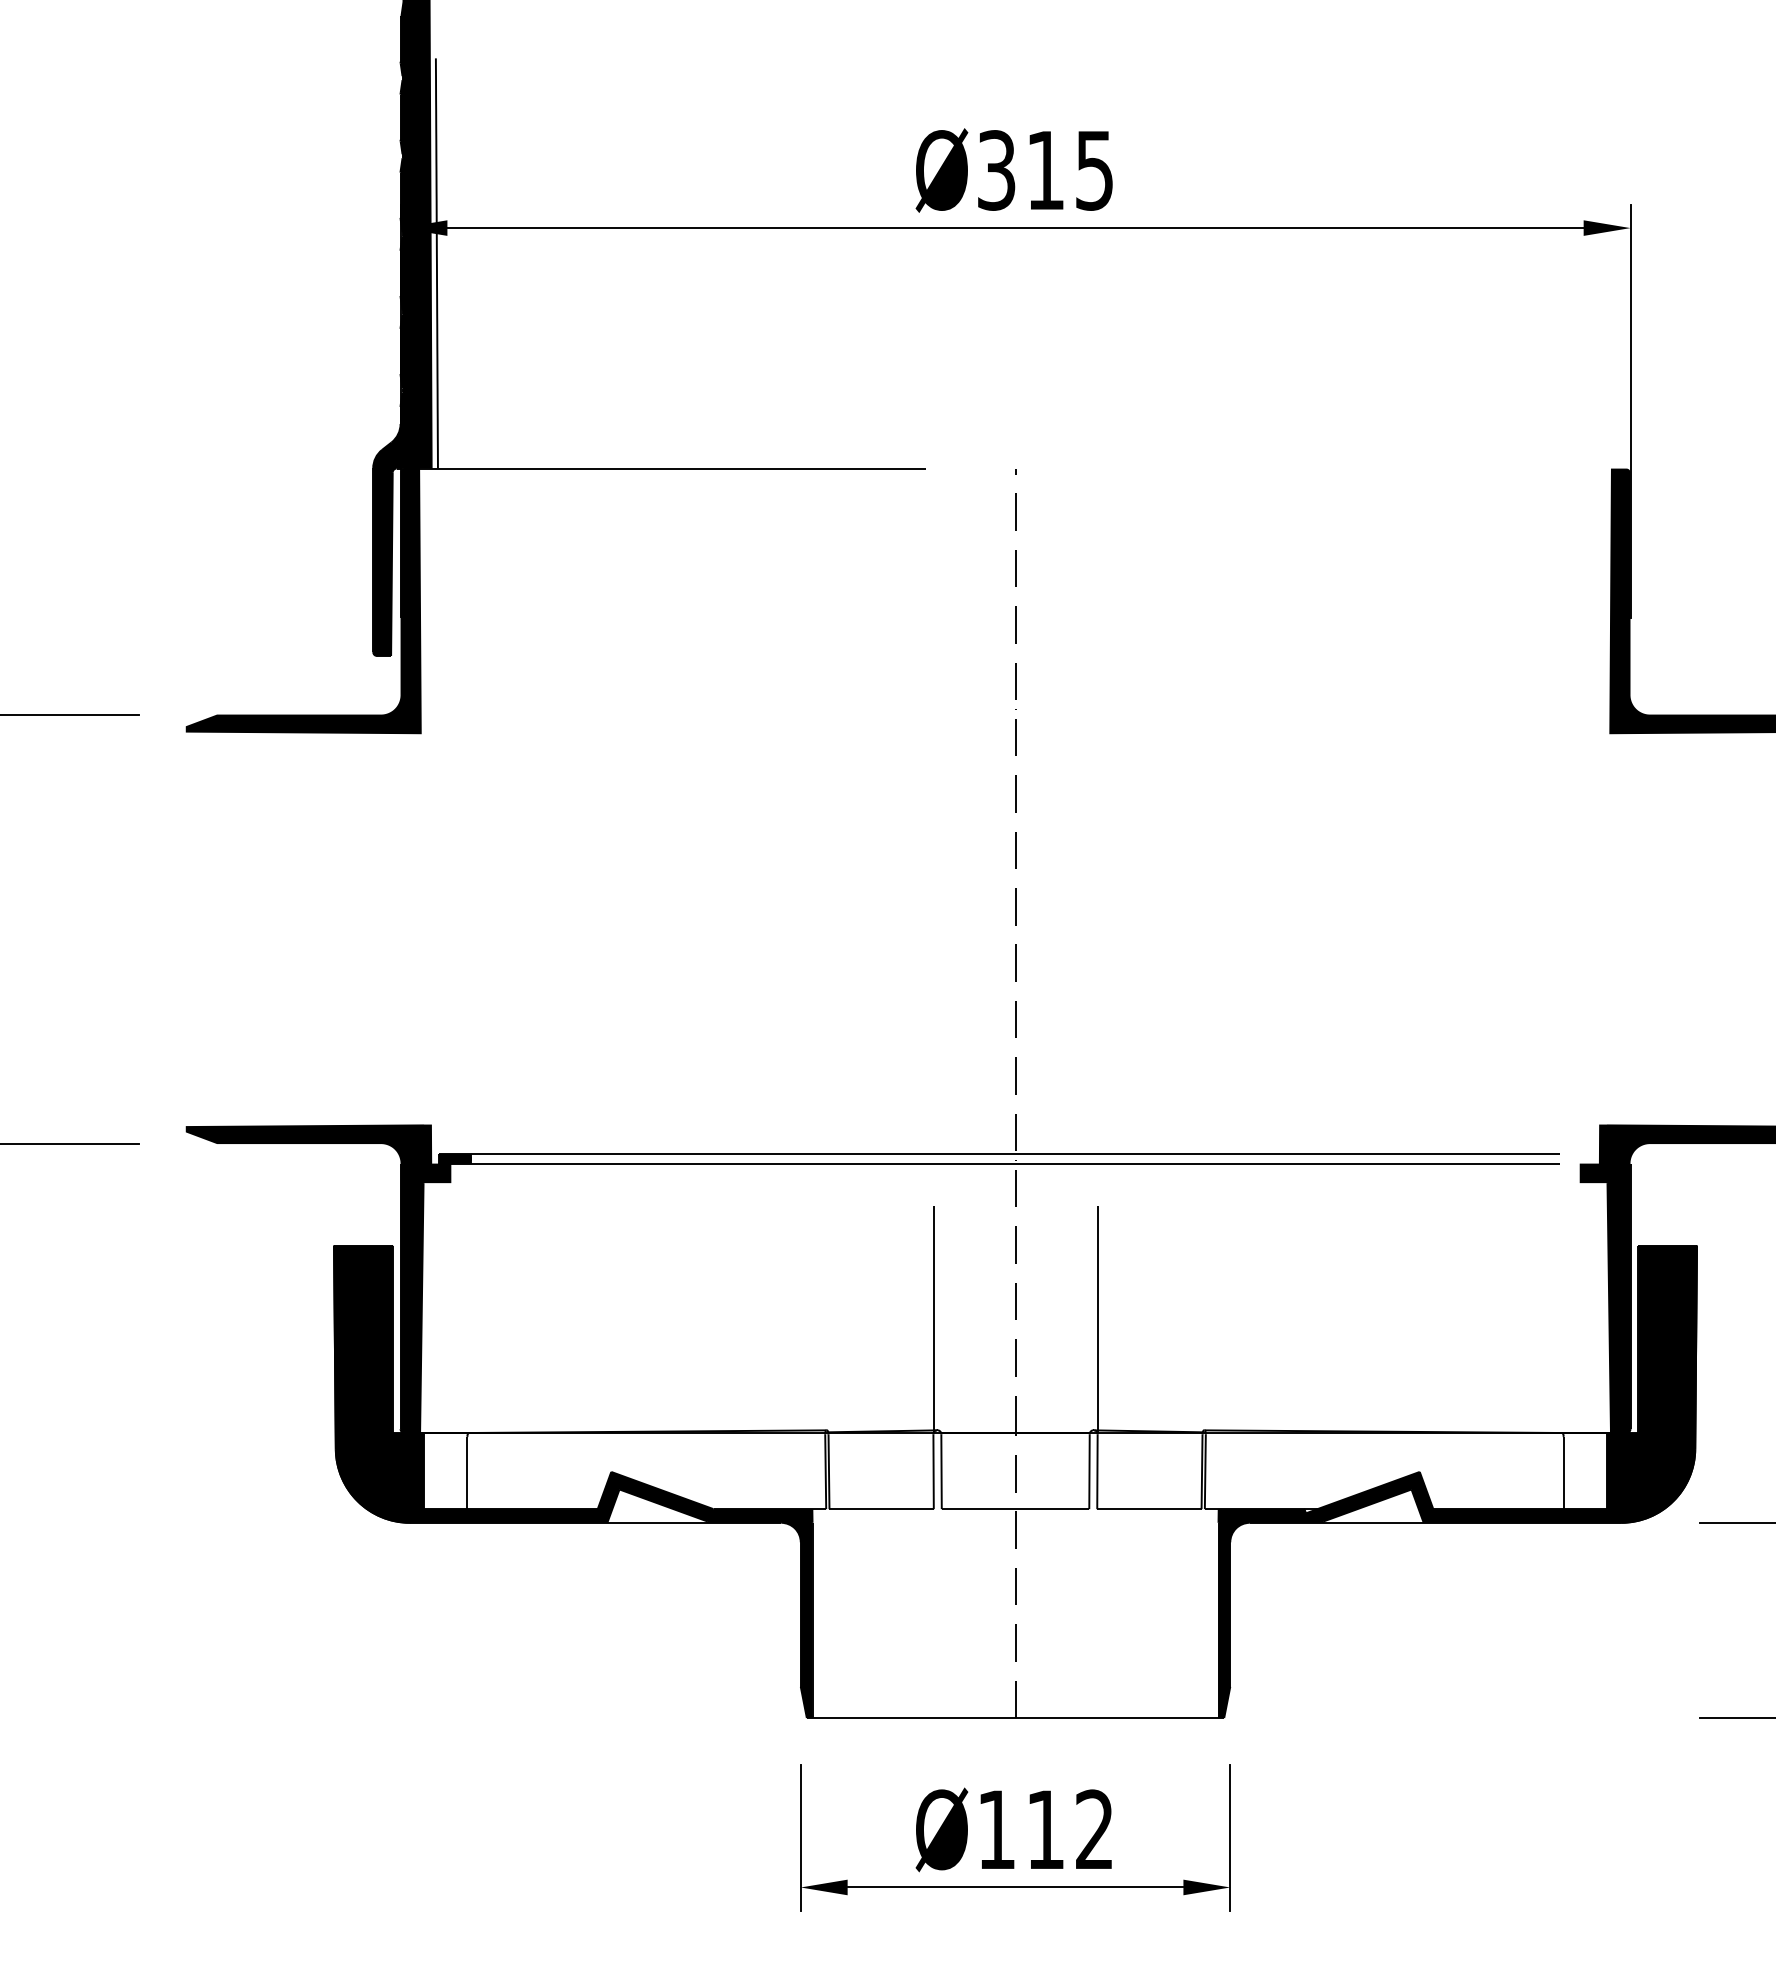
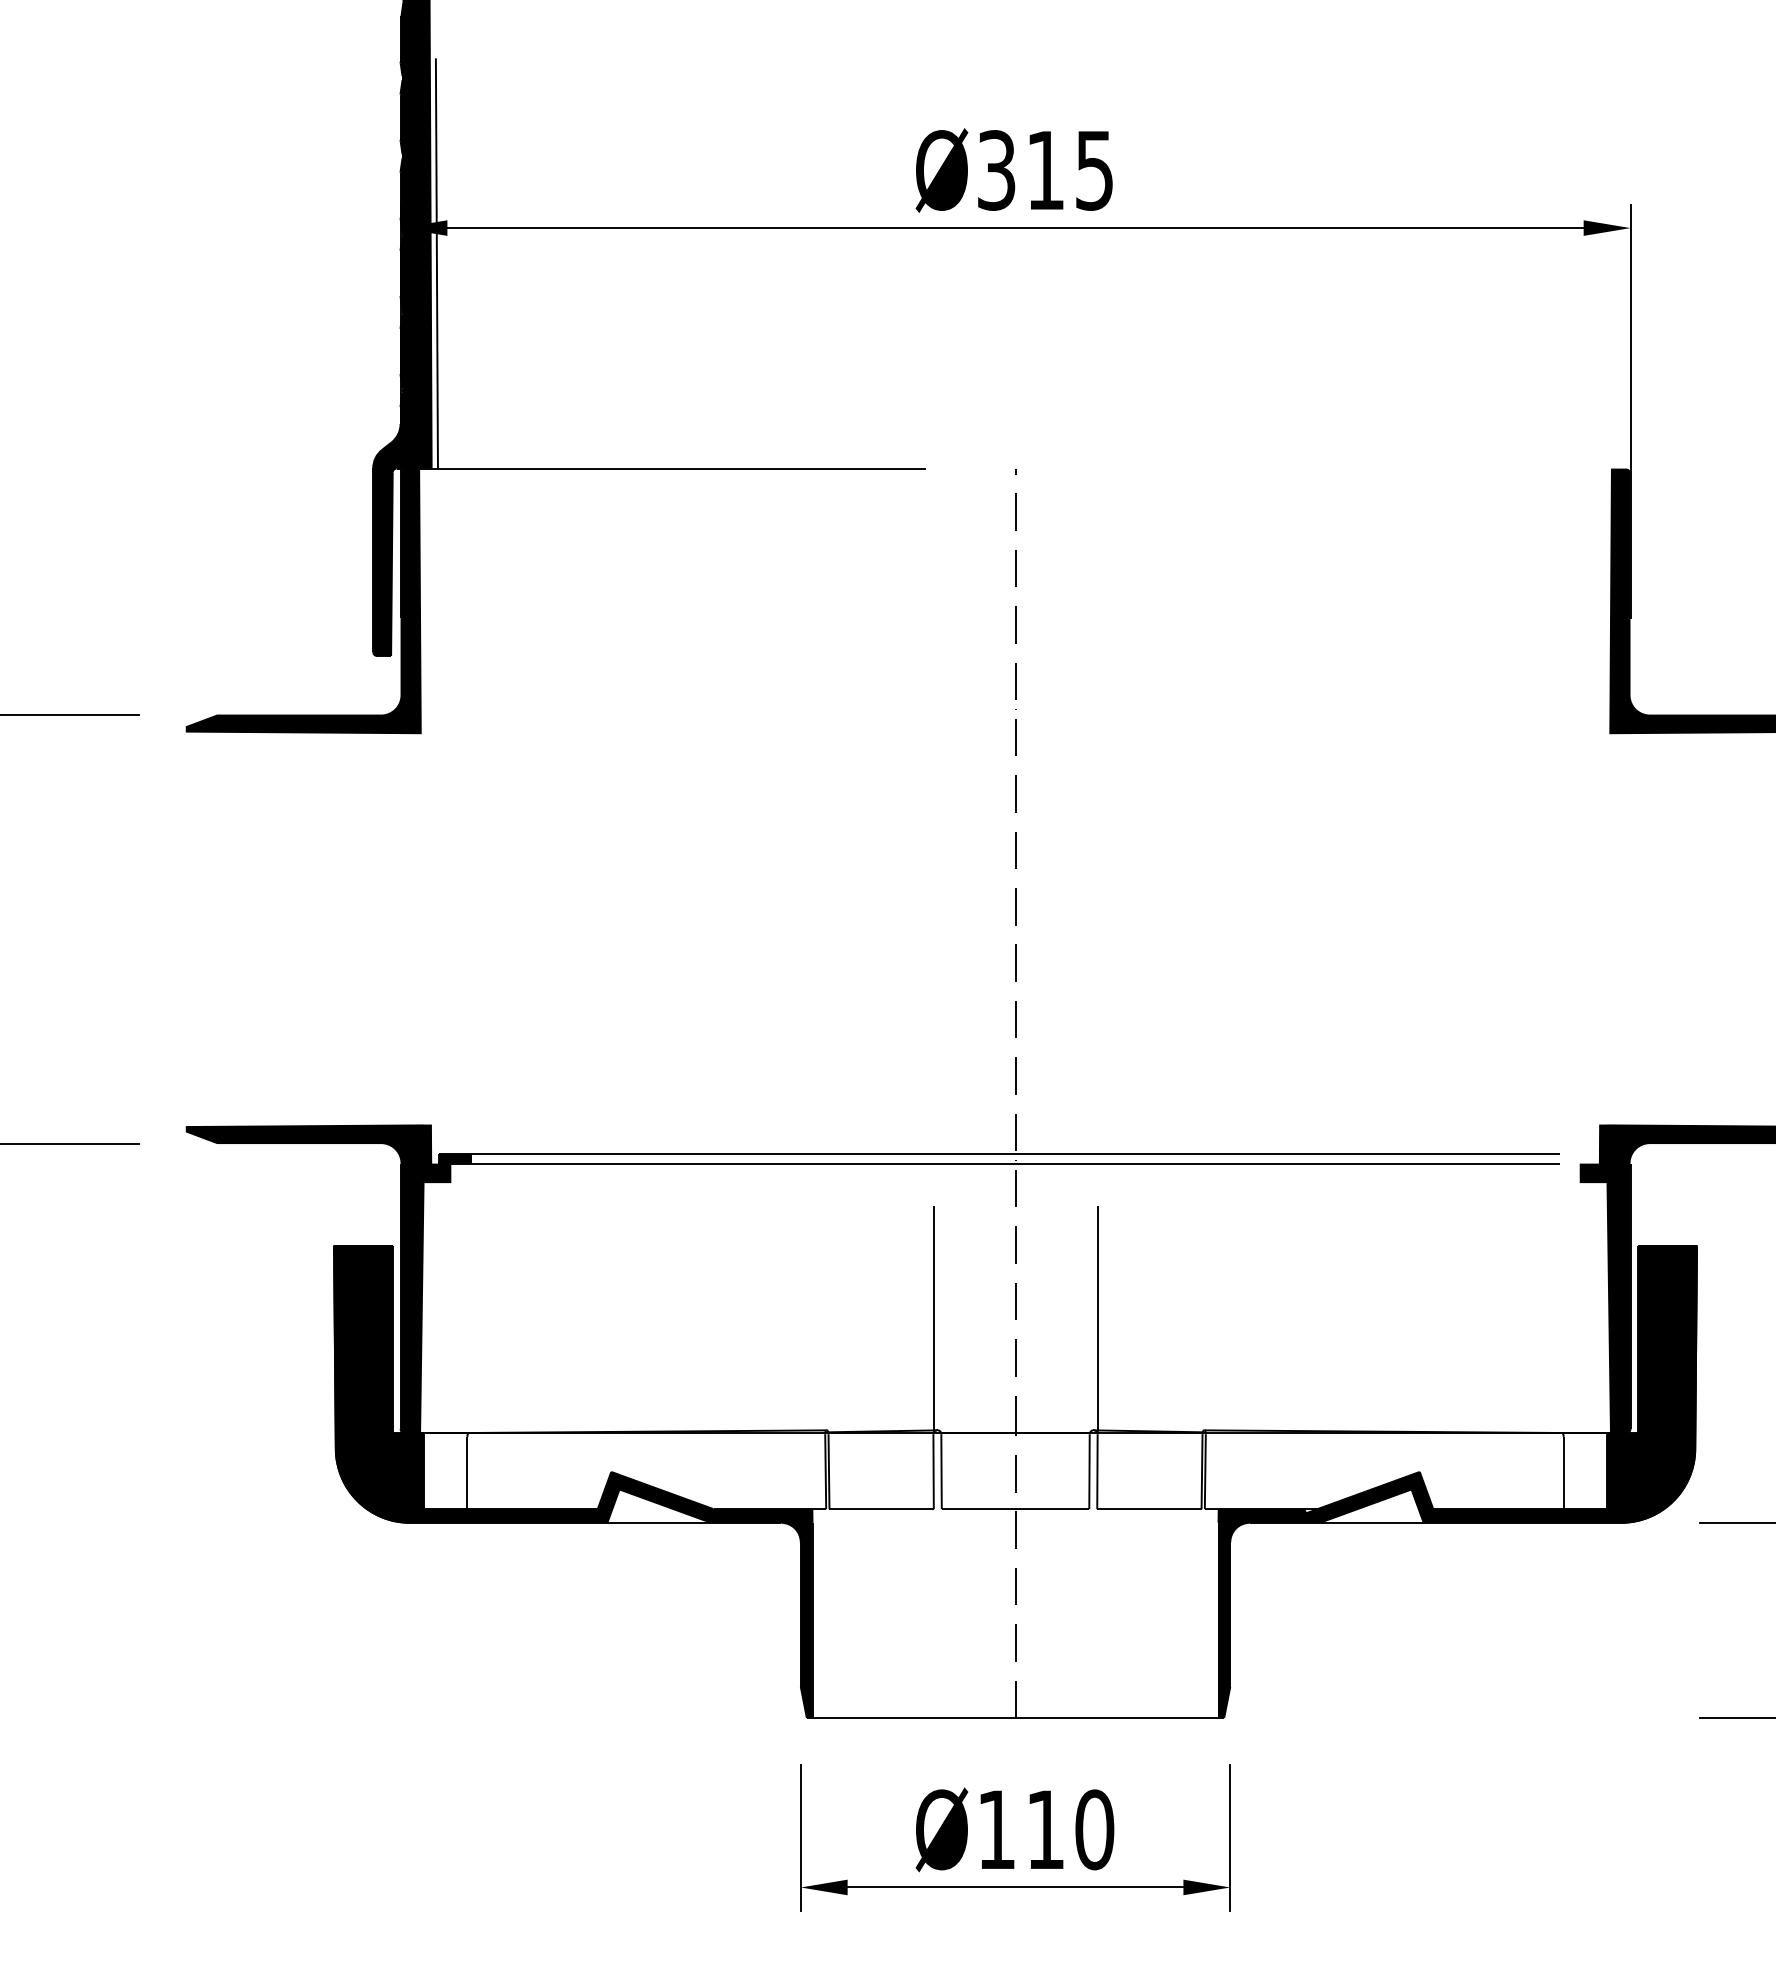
text at (1094, 1829): Ø112 -> Ø110
